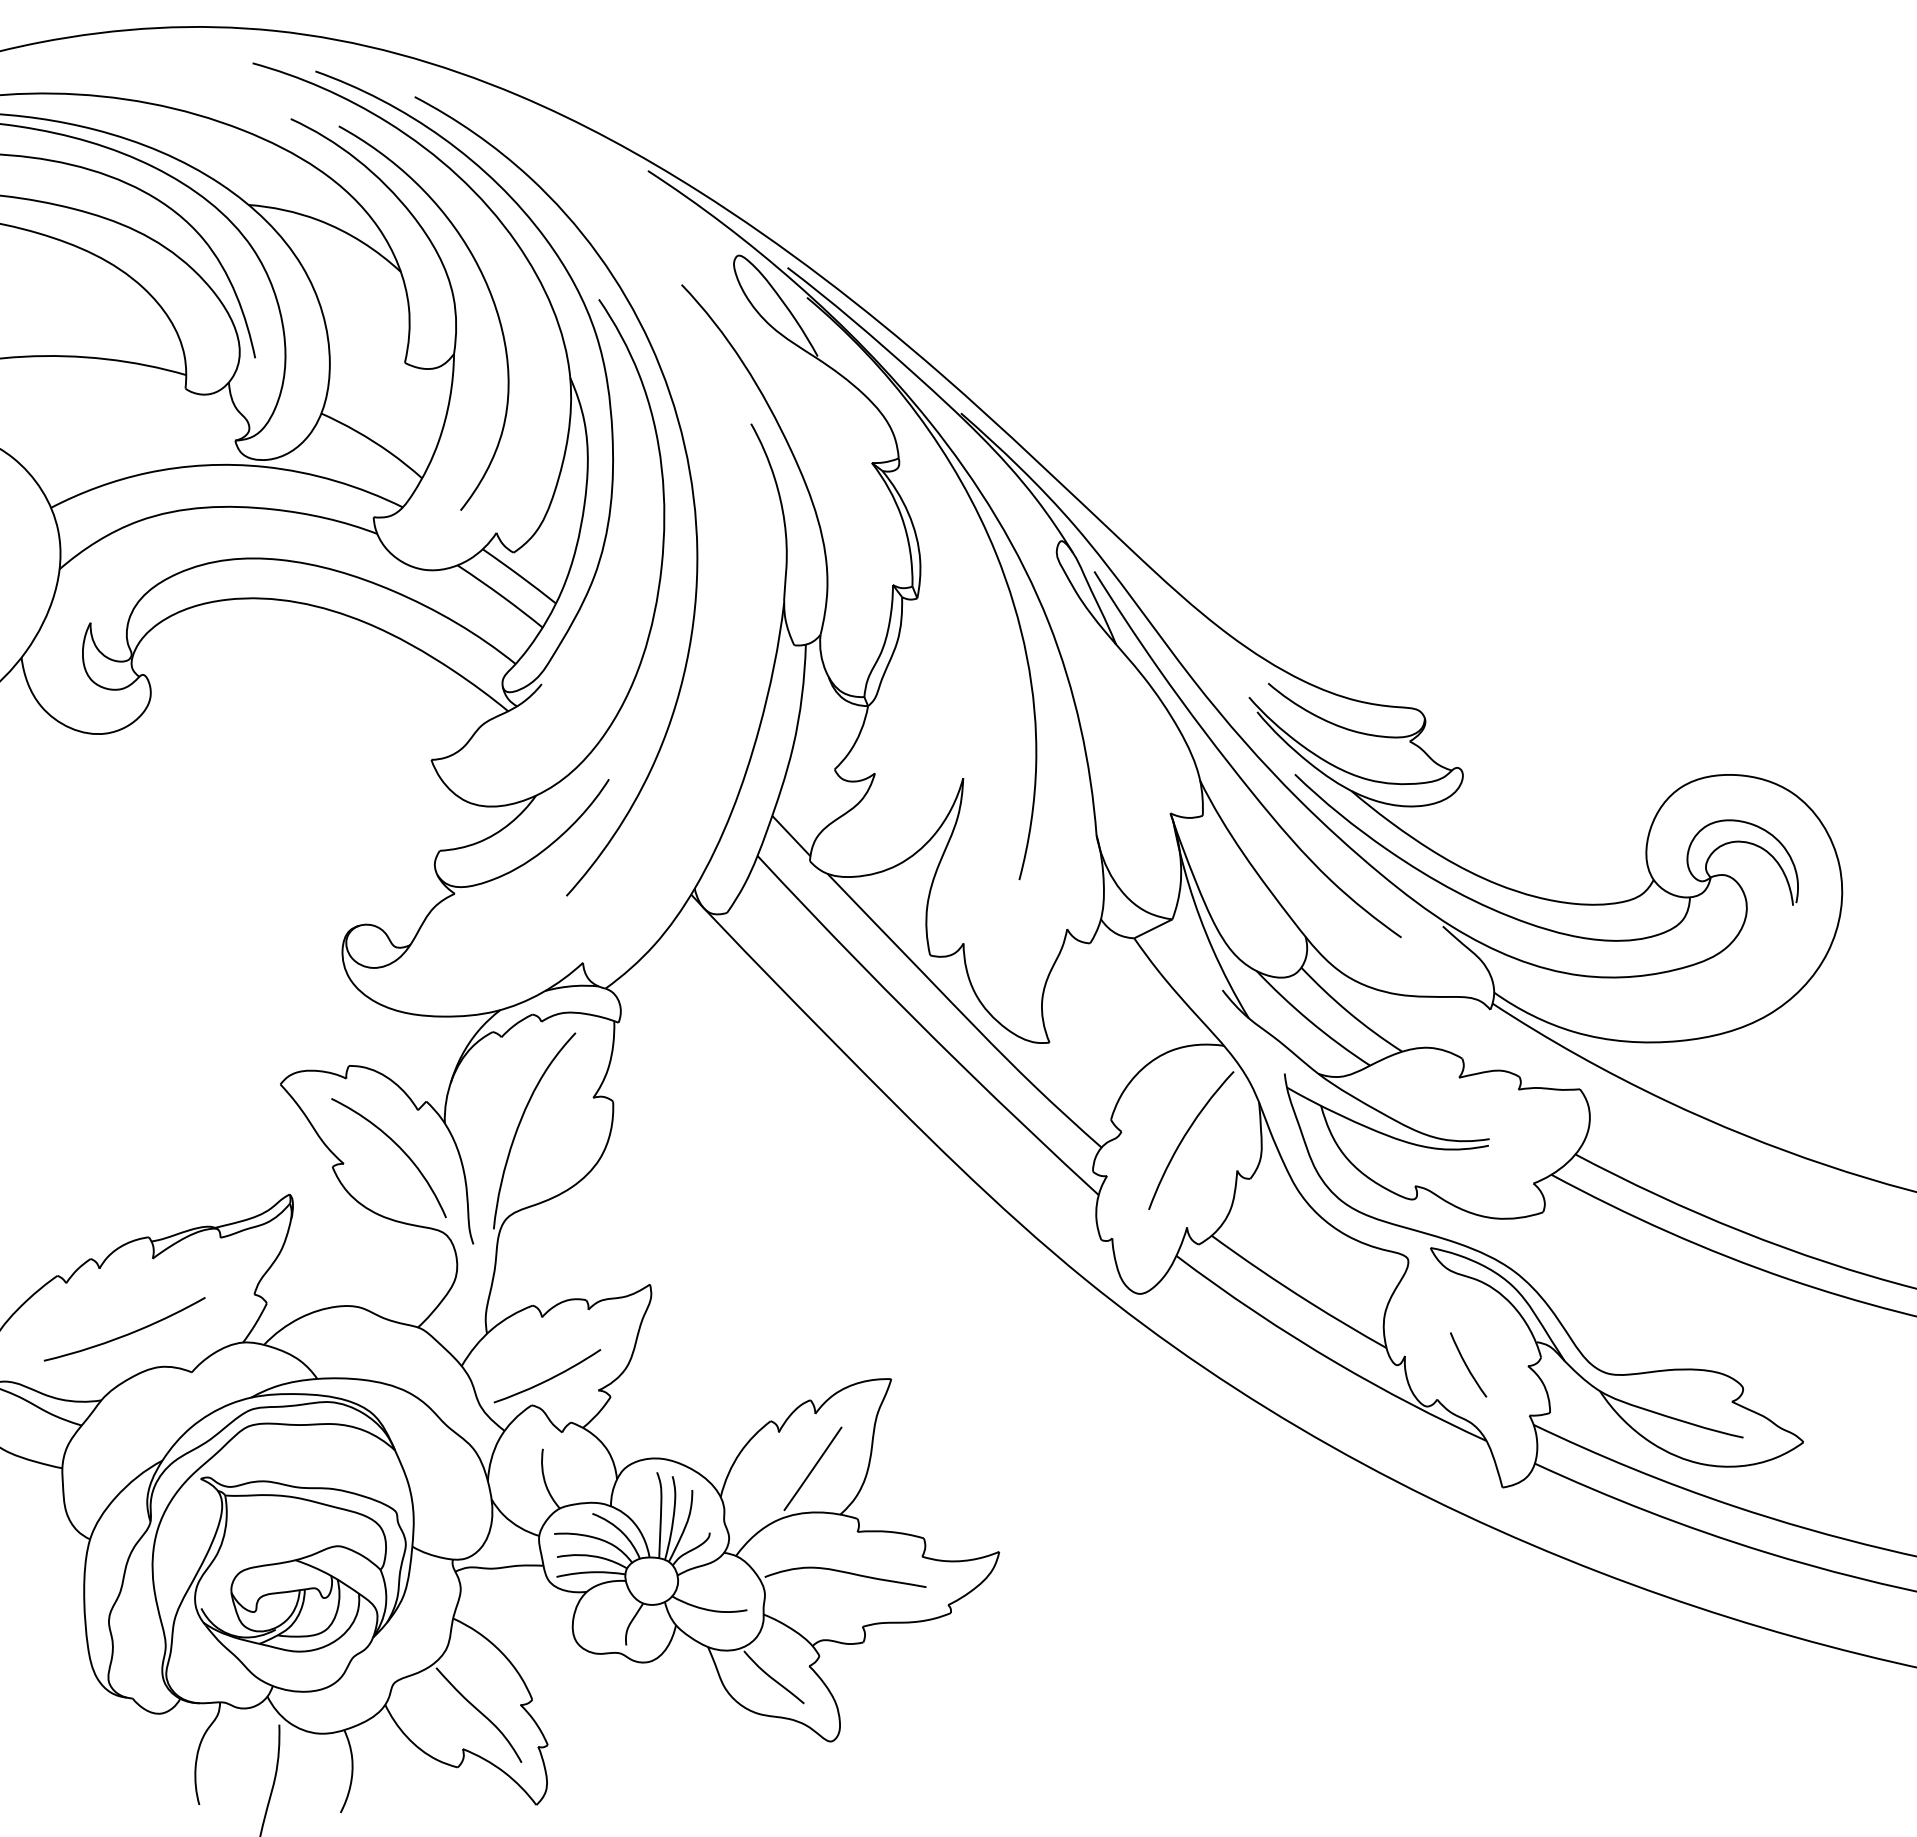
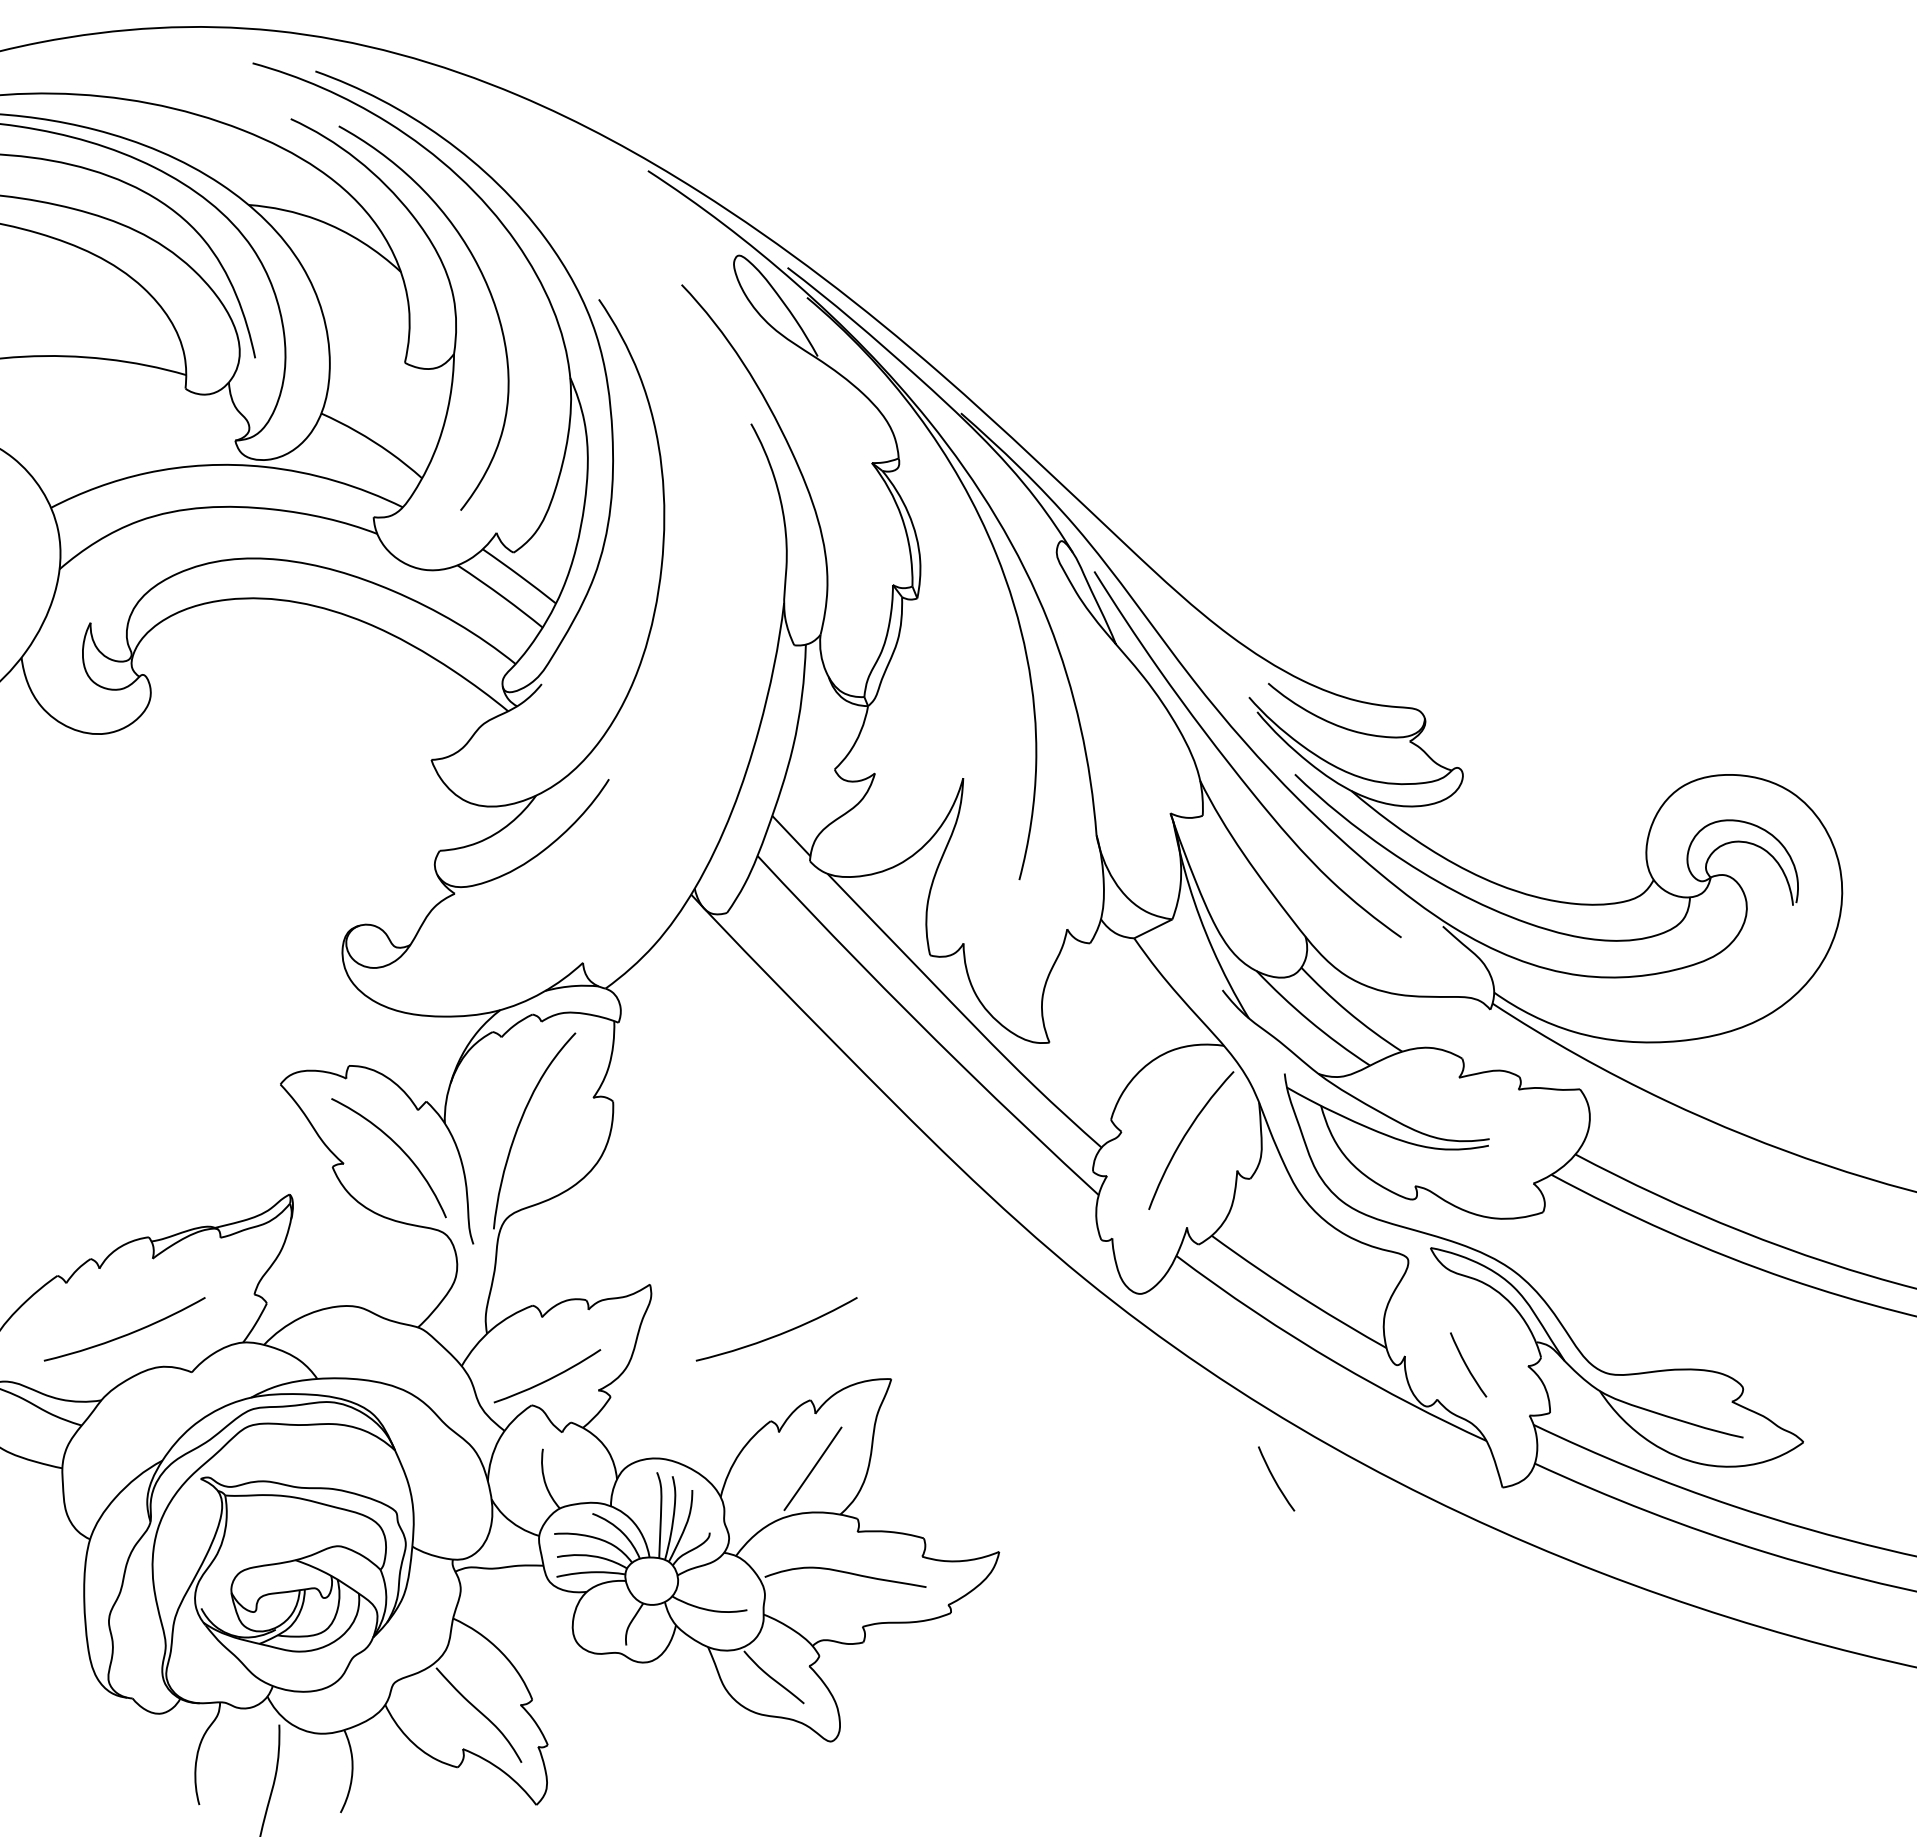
curve at (688, 471): present -> none
curve at (779, 1333): none -> present
curve at (1275, 1479): none -> present
